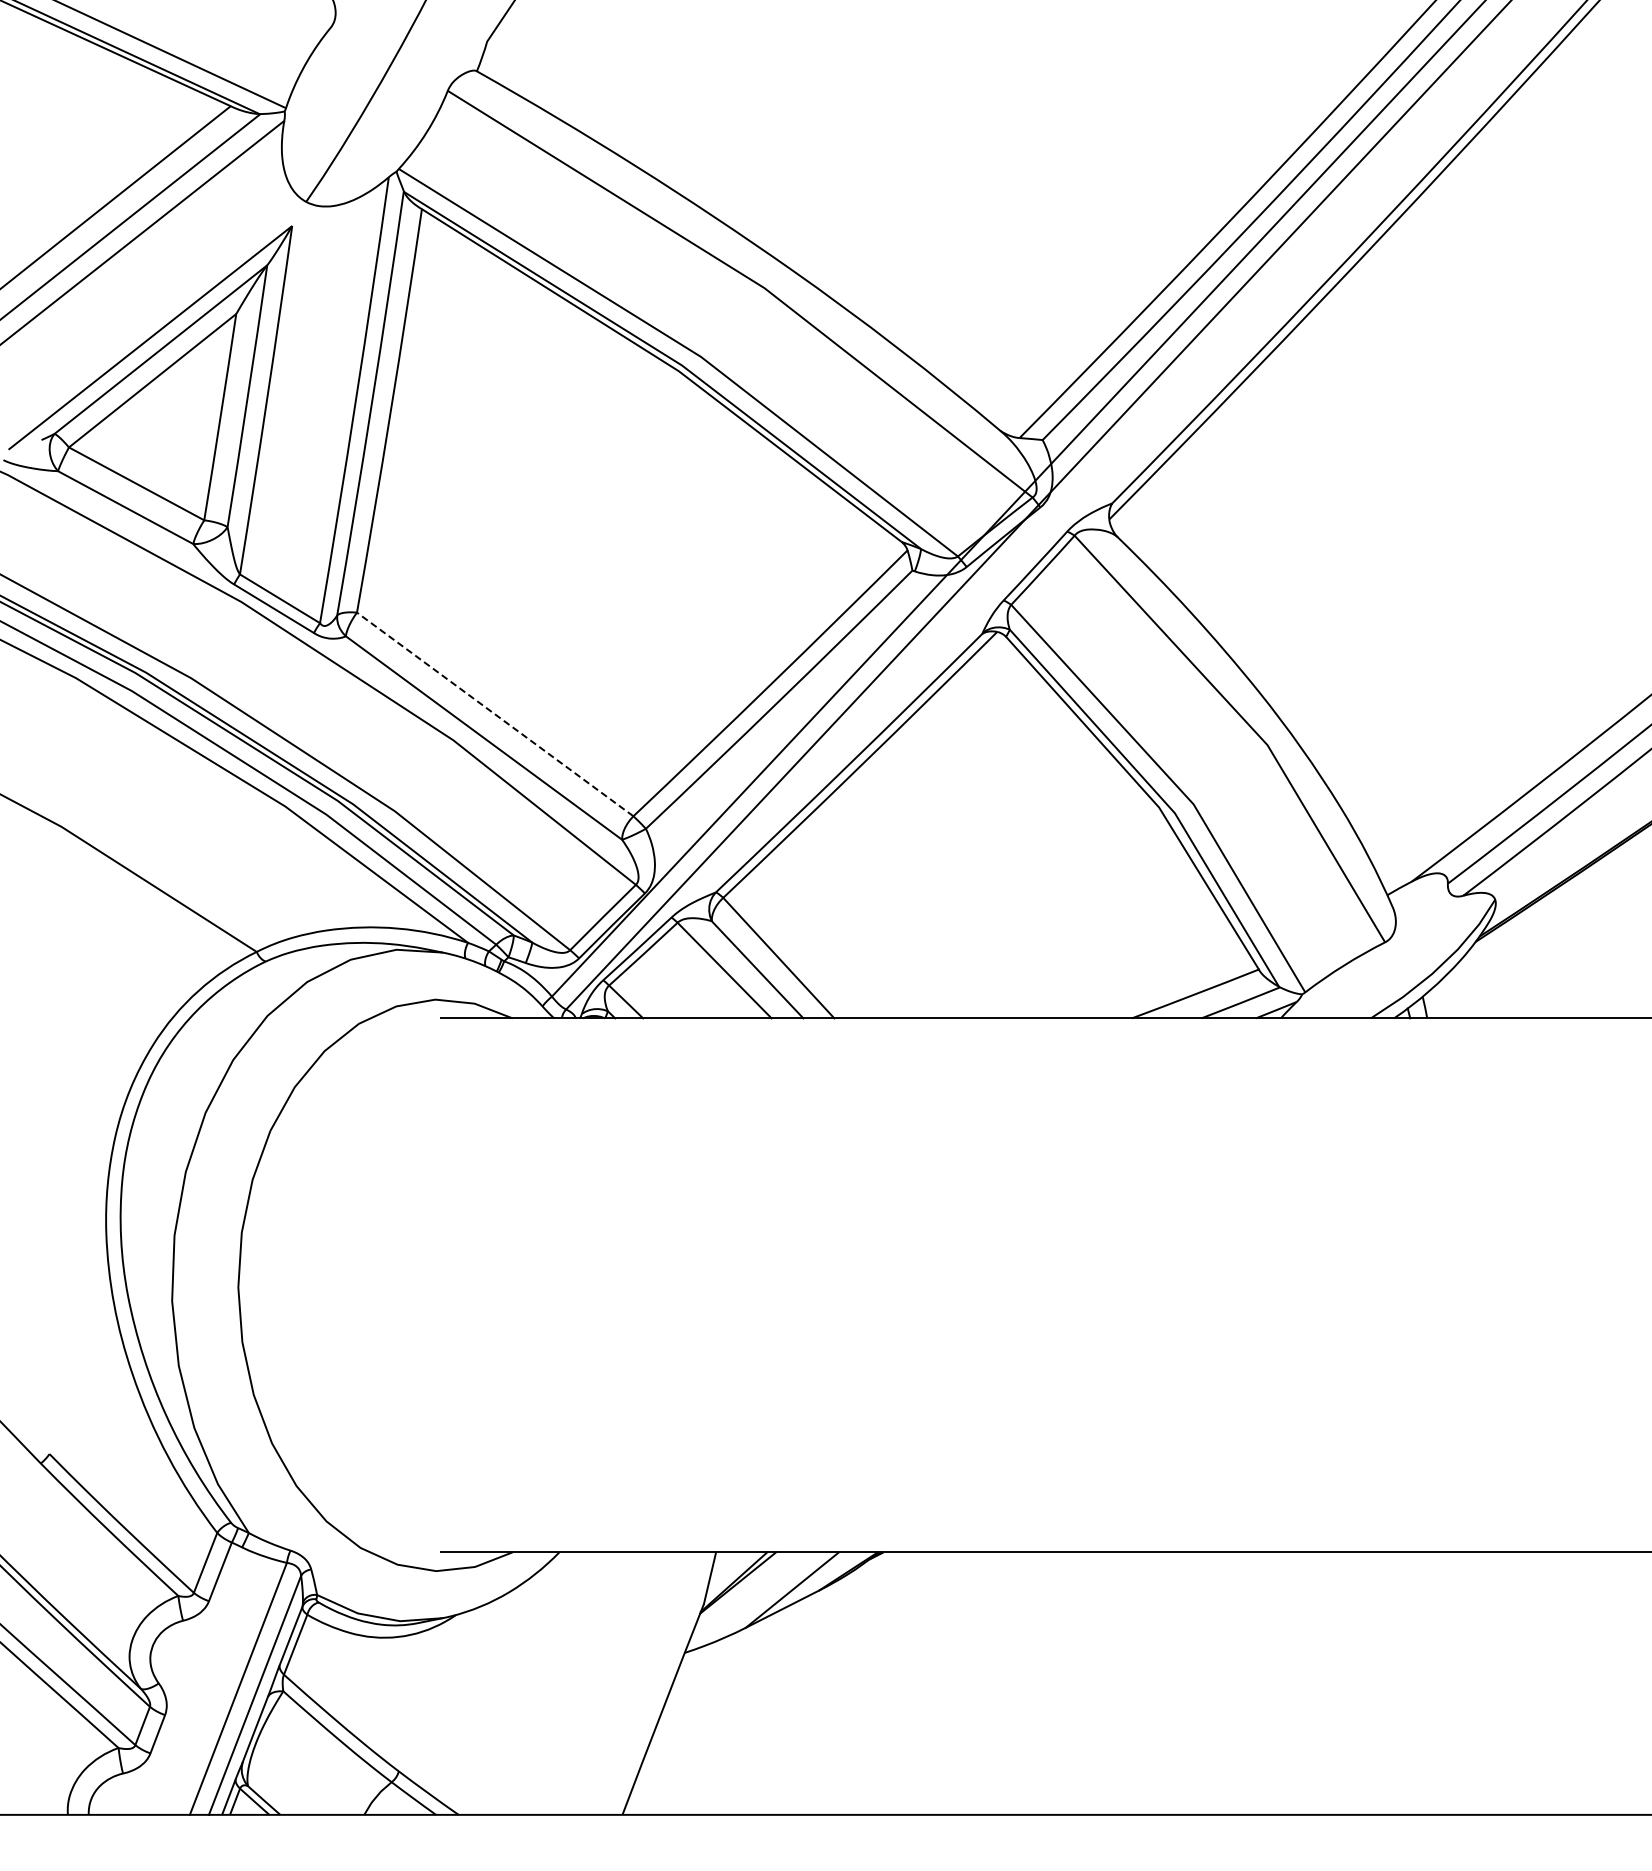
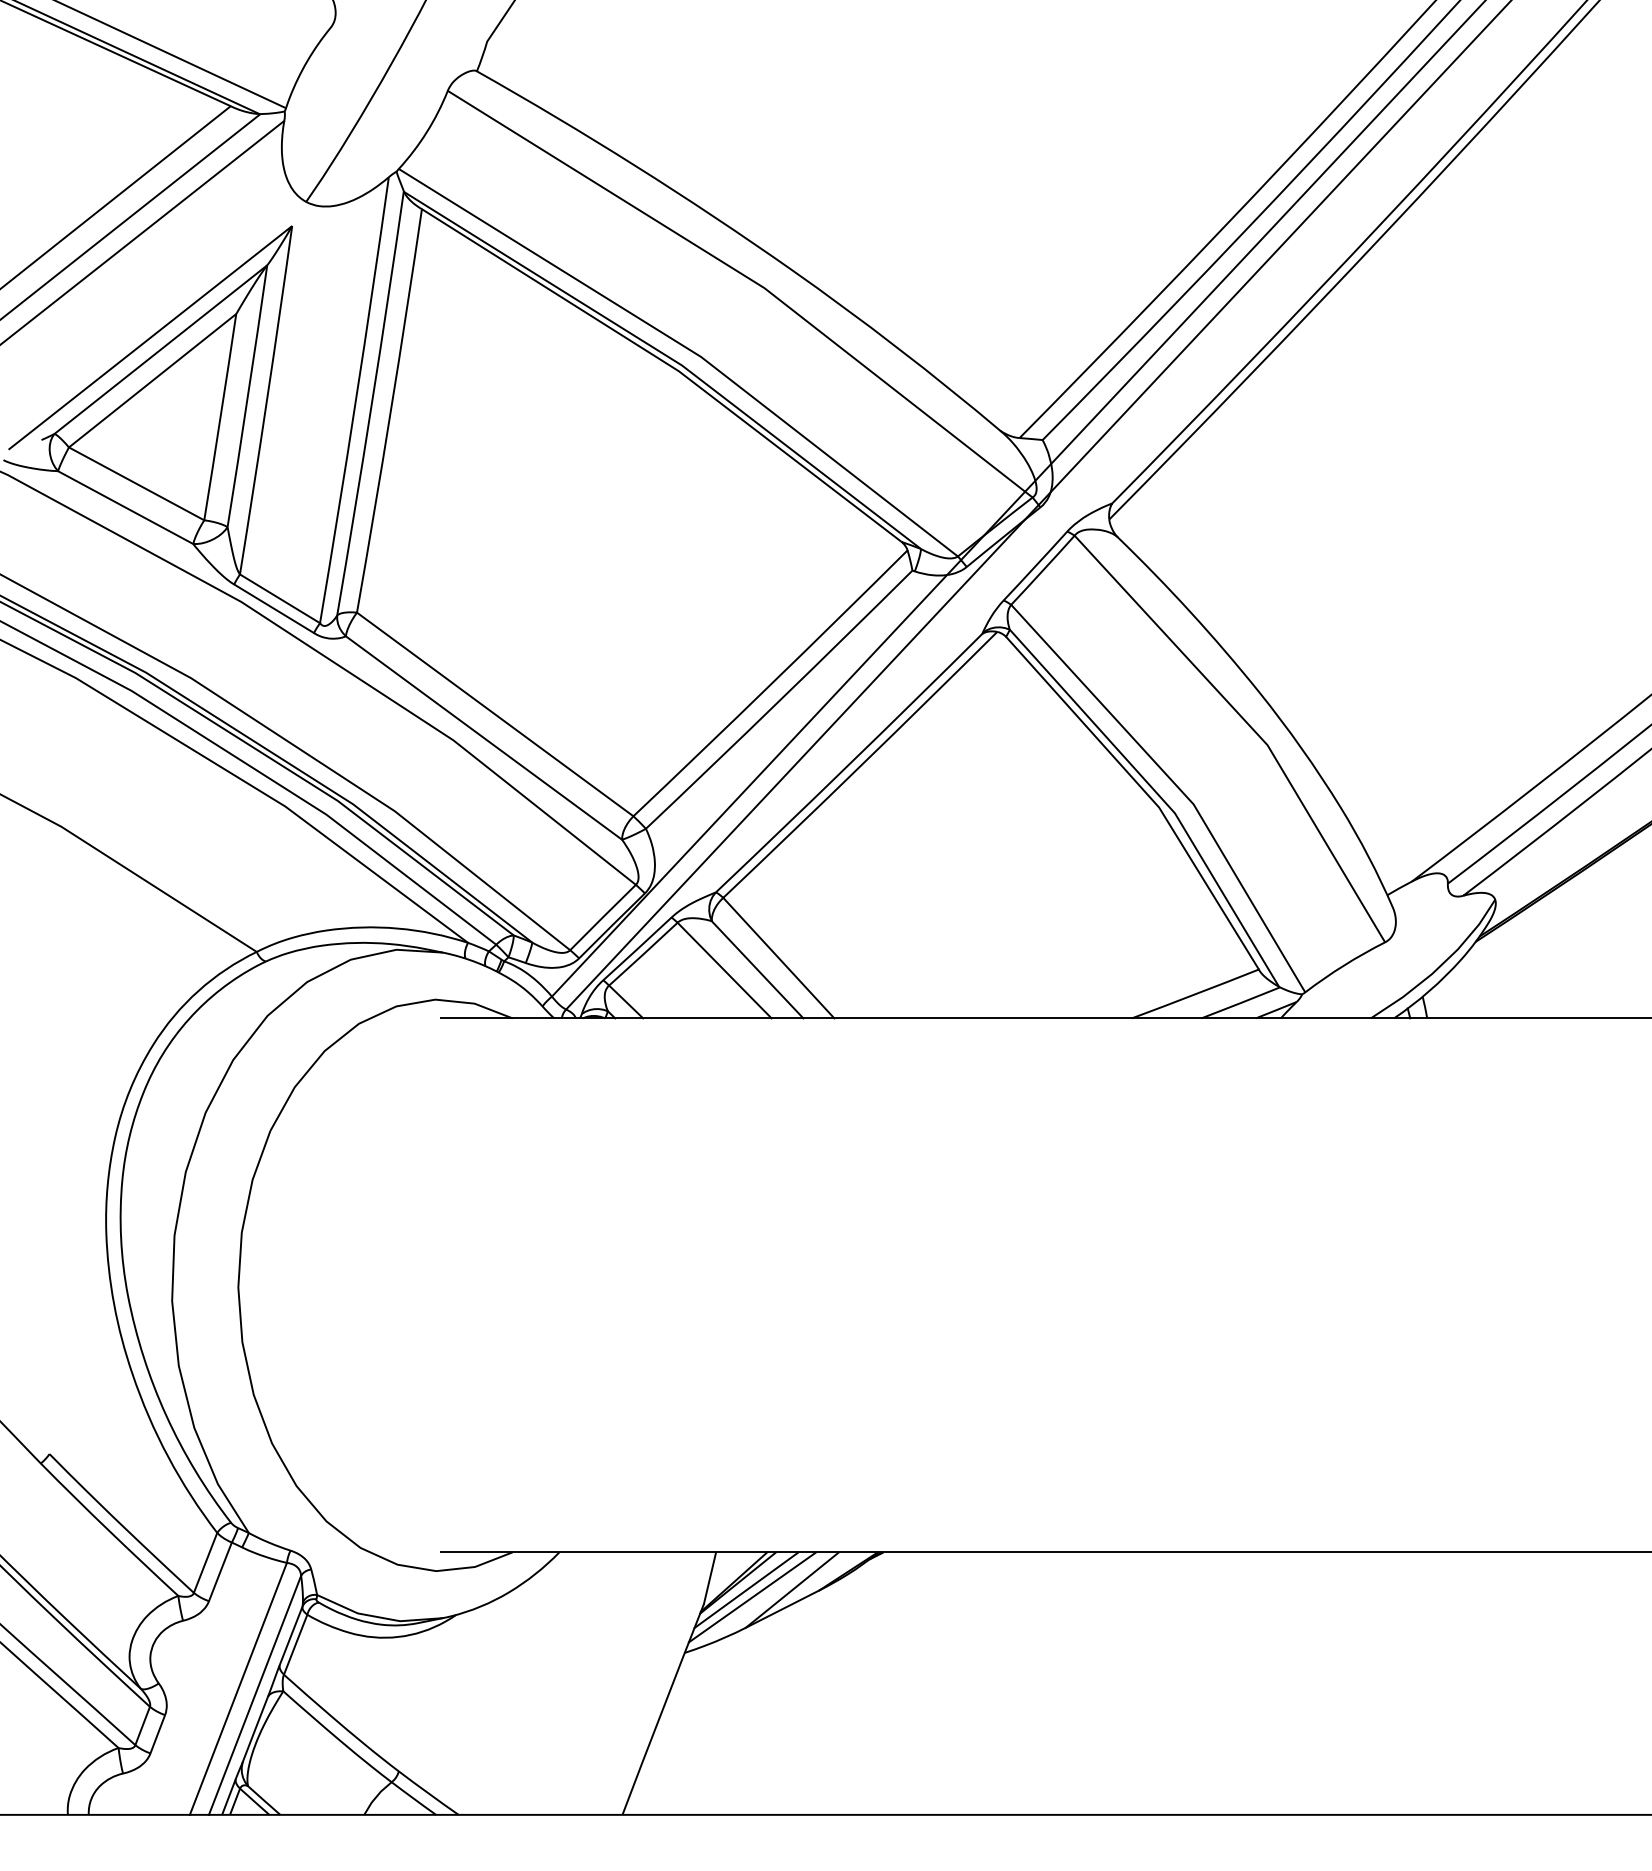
line at (495, 714): dashed -> solid
line at (746, 1590): none -> present
line at (752, 1597): none -> present
